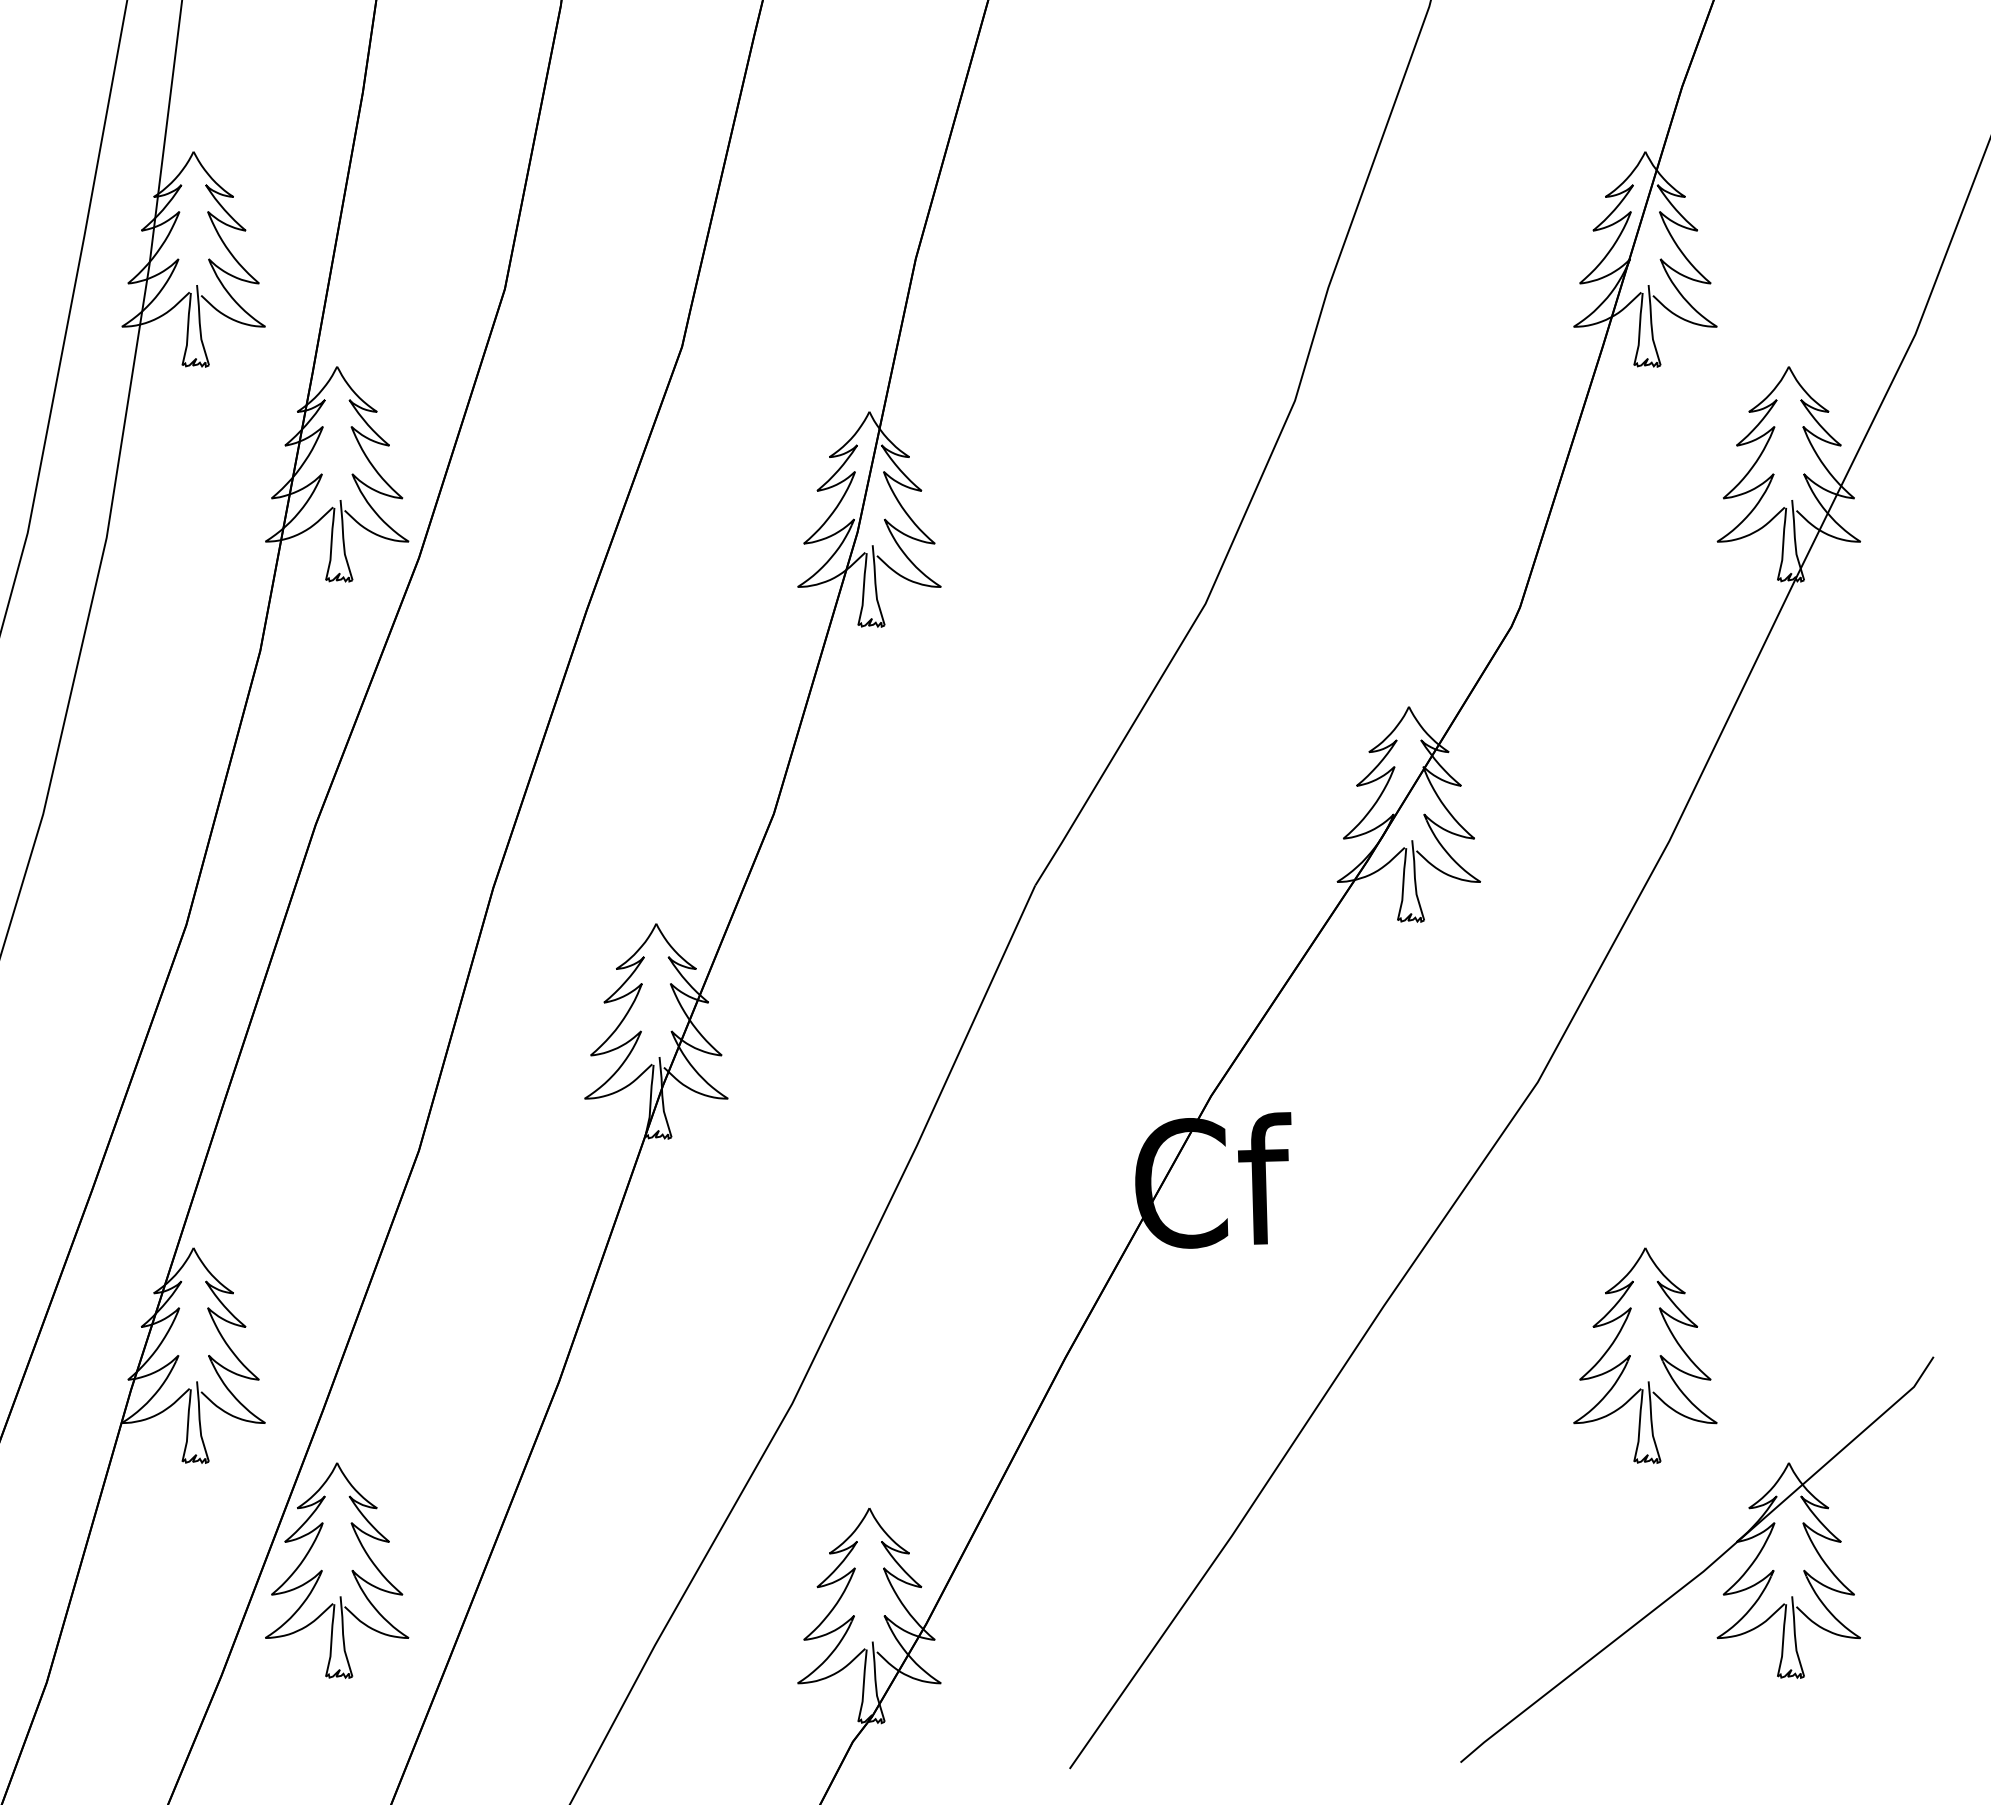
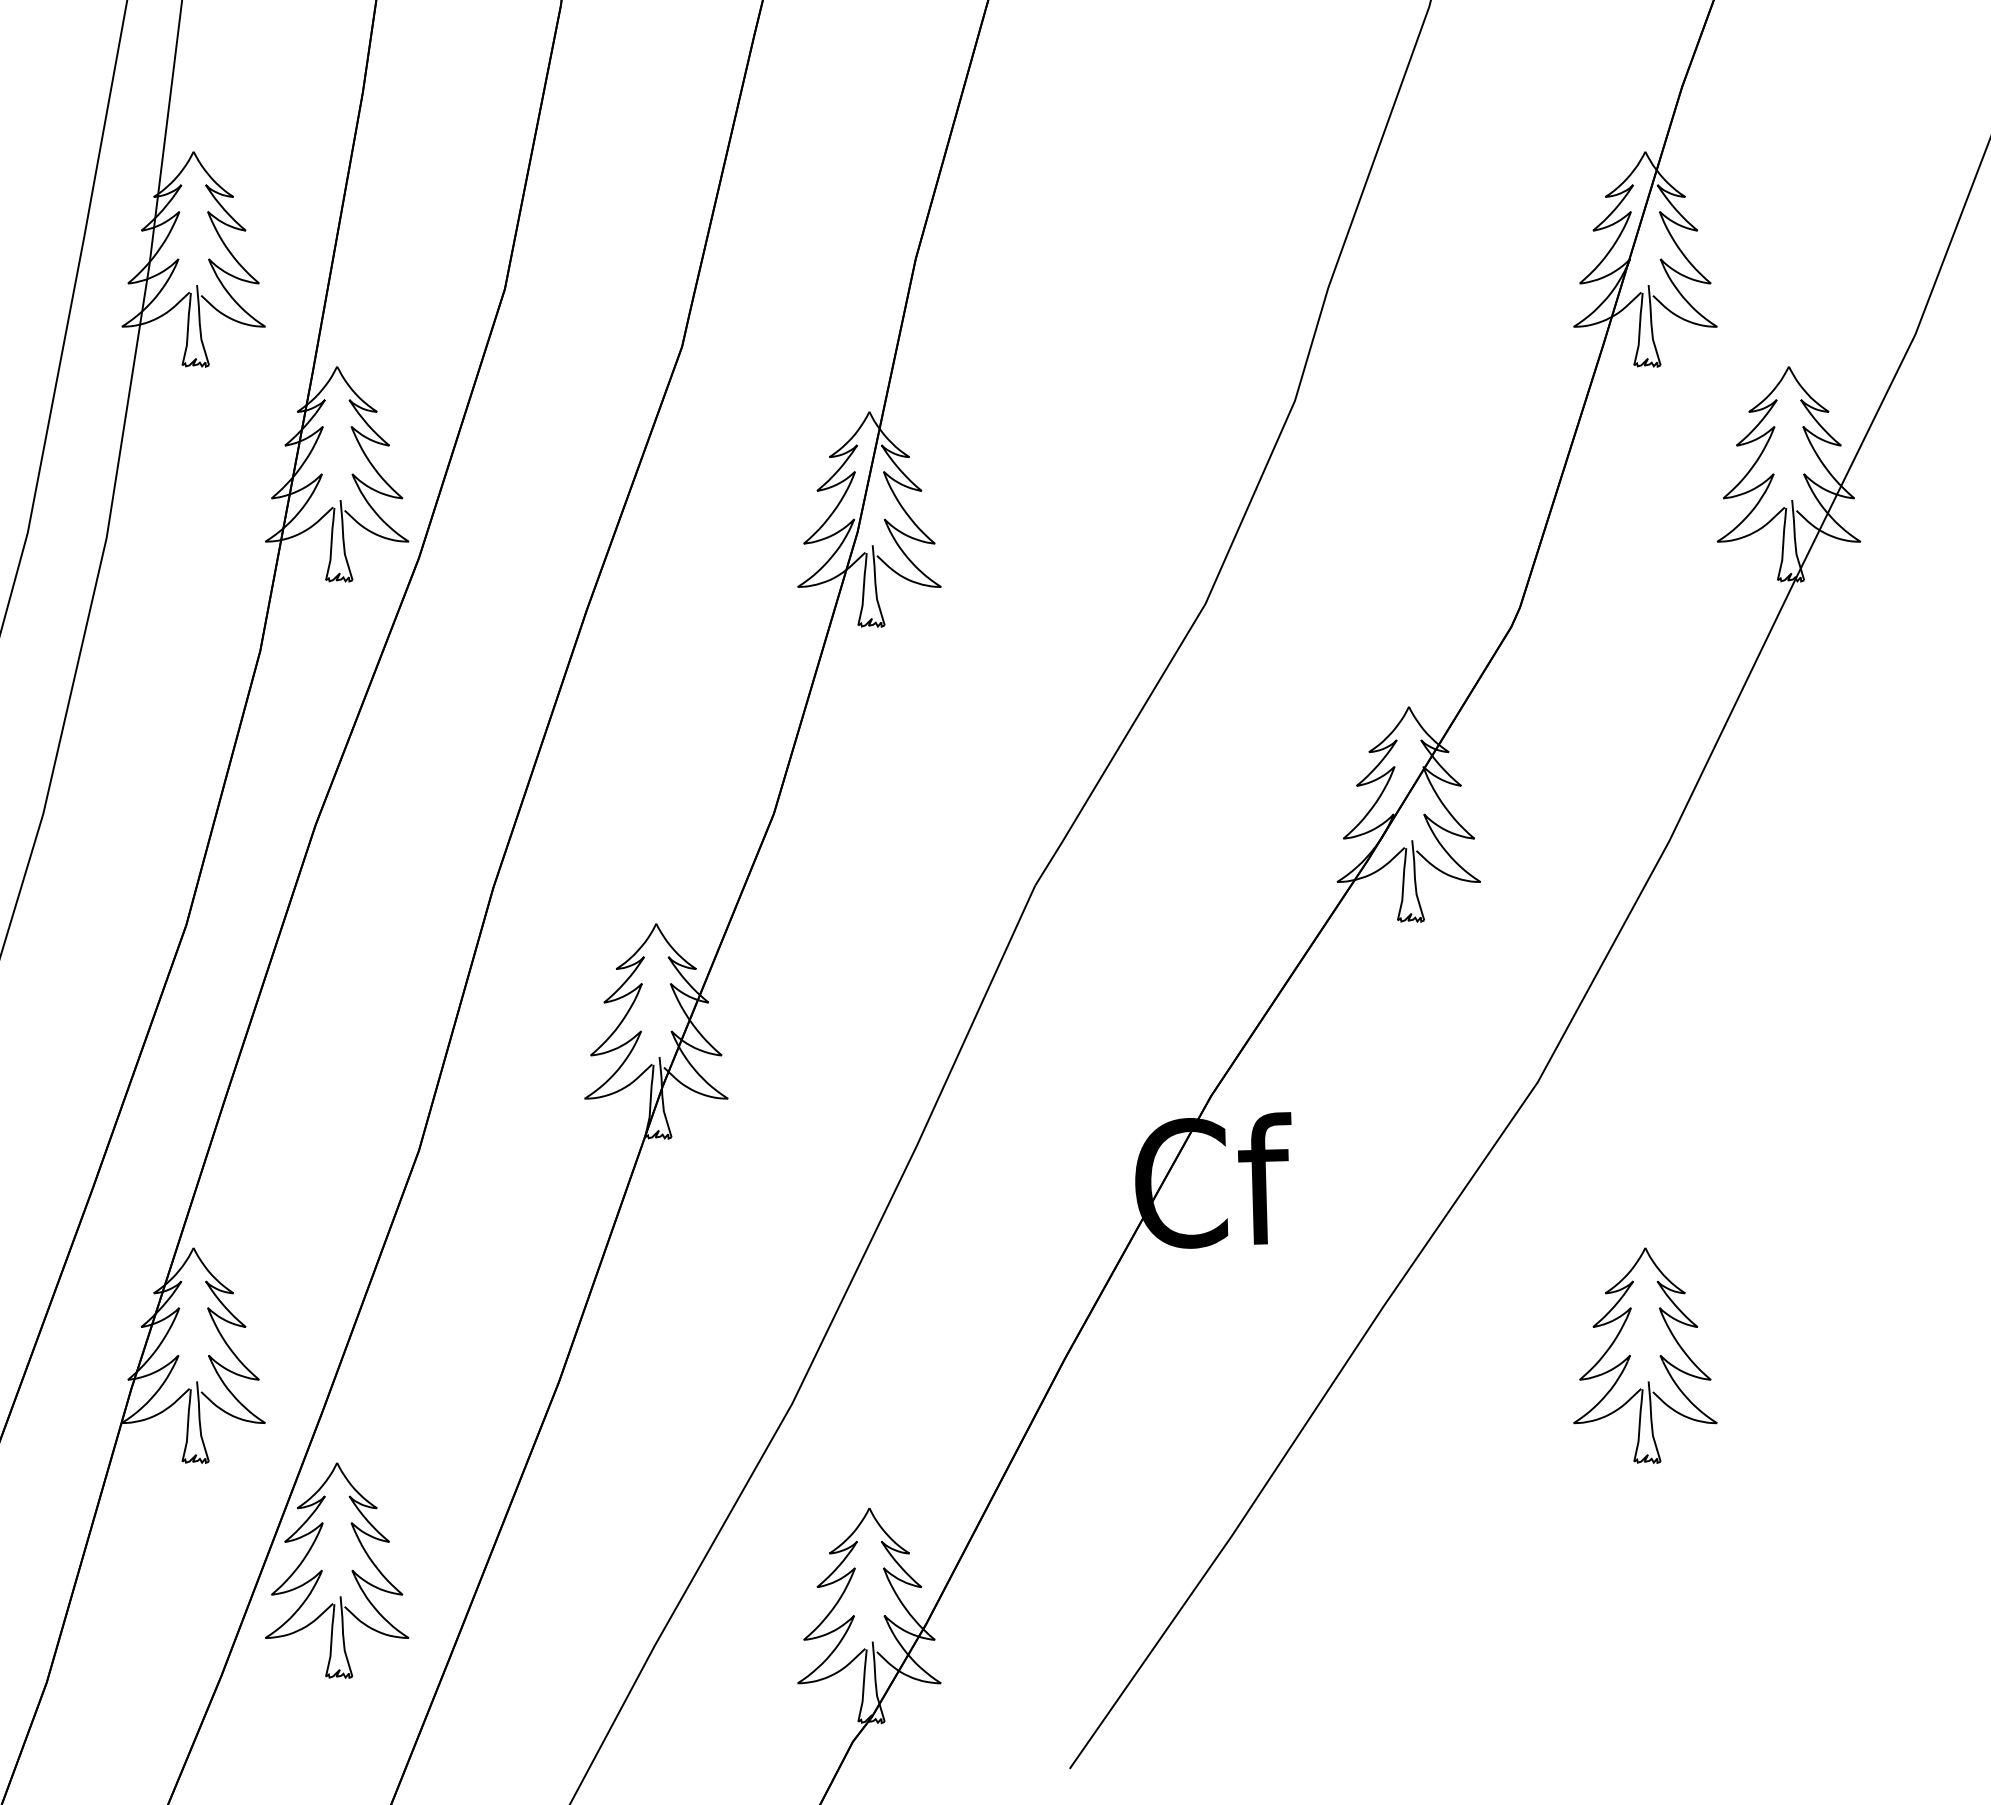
part at (1706, 1567): present -> none
